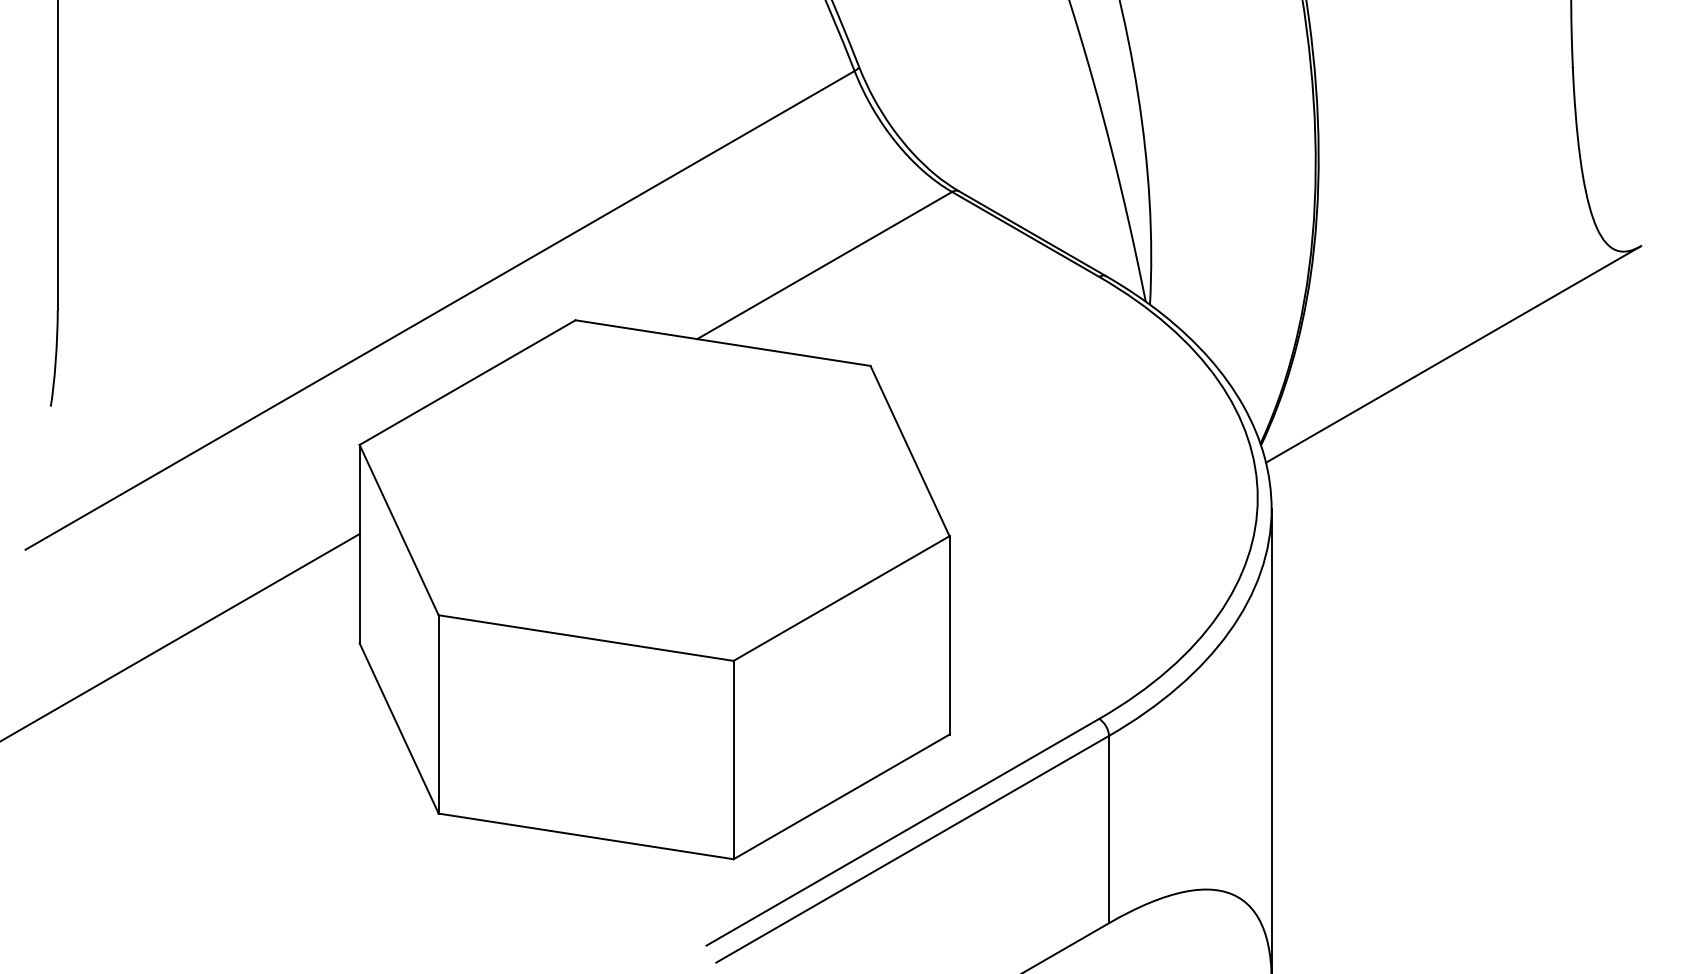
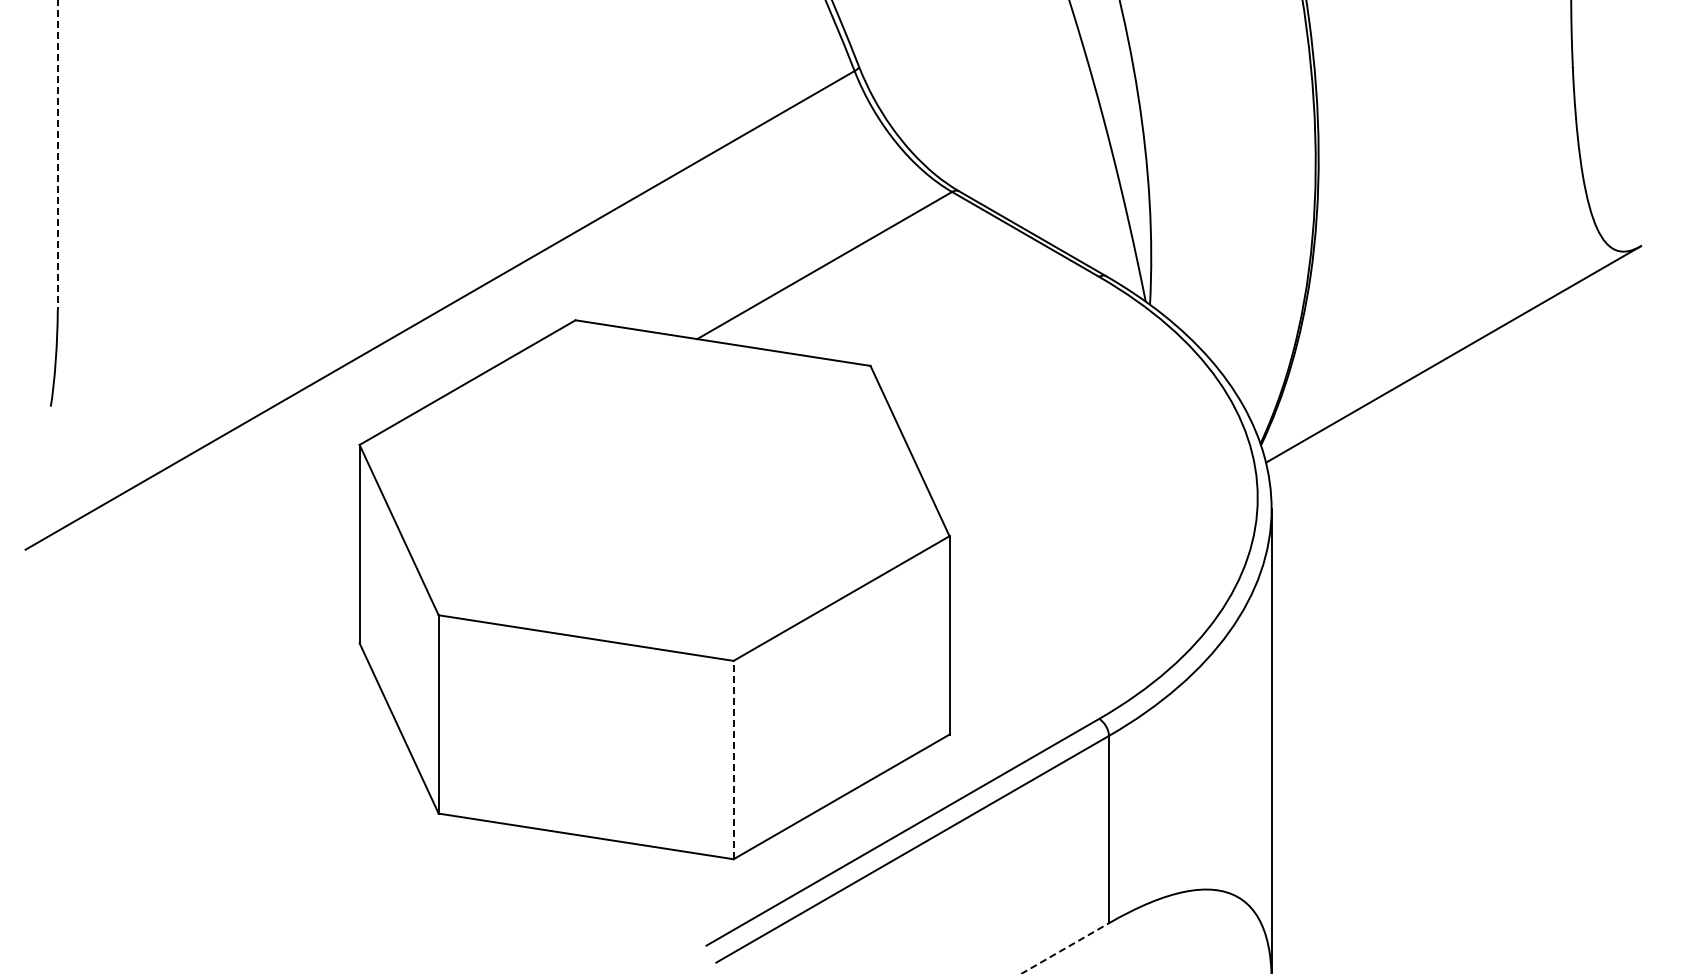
line at (57, 155): solid -> dashed
line at (180, 637): present -> none
line at (733, 759): solid -> dashed
line at (1065, 948): solid -> dashed
